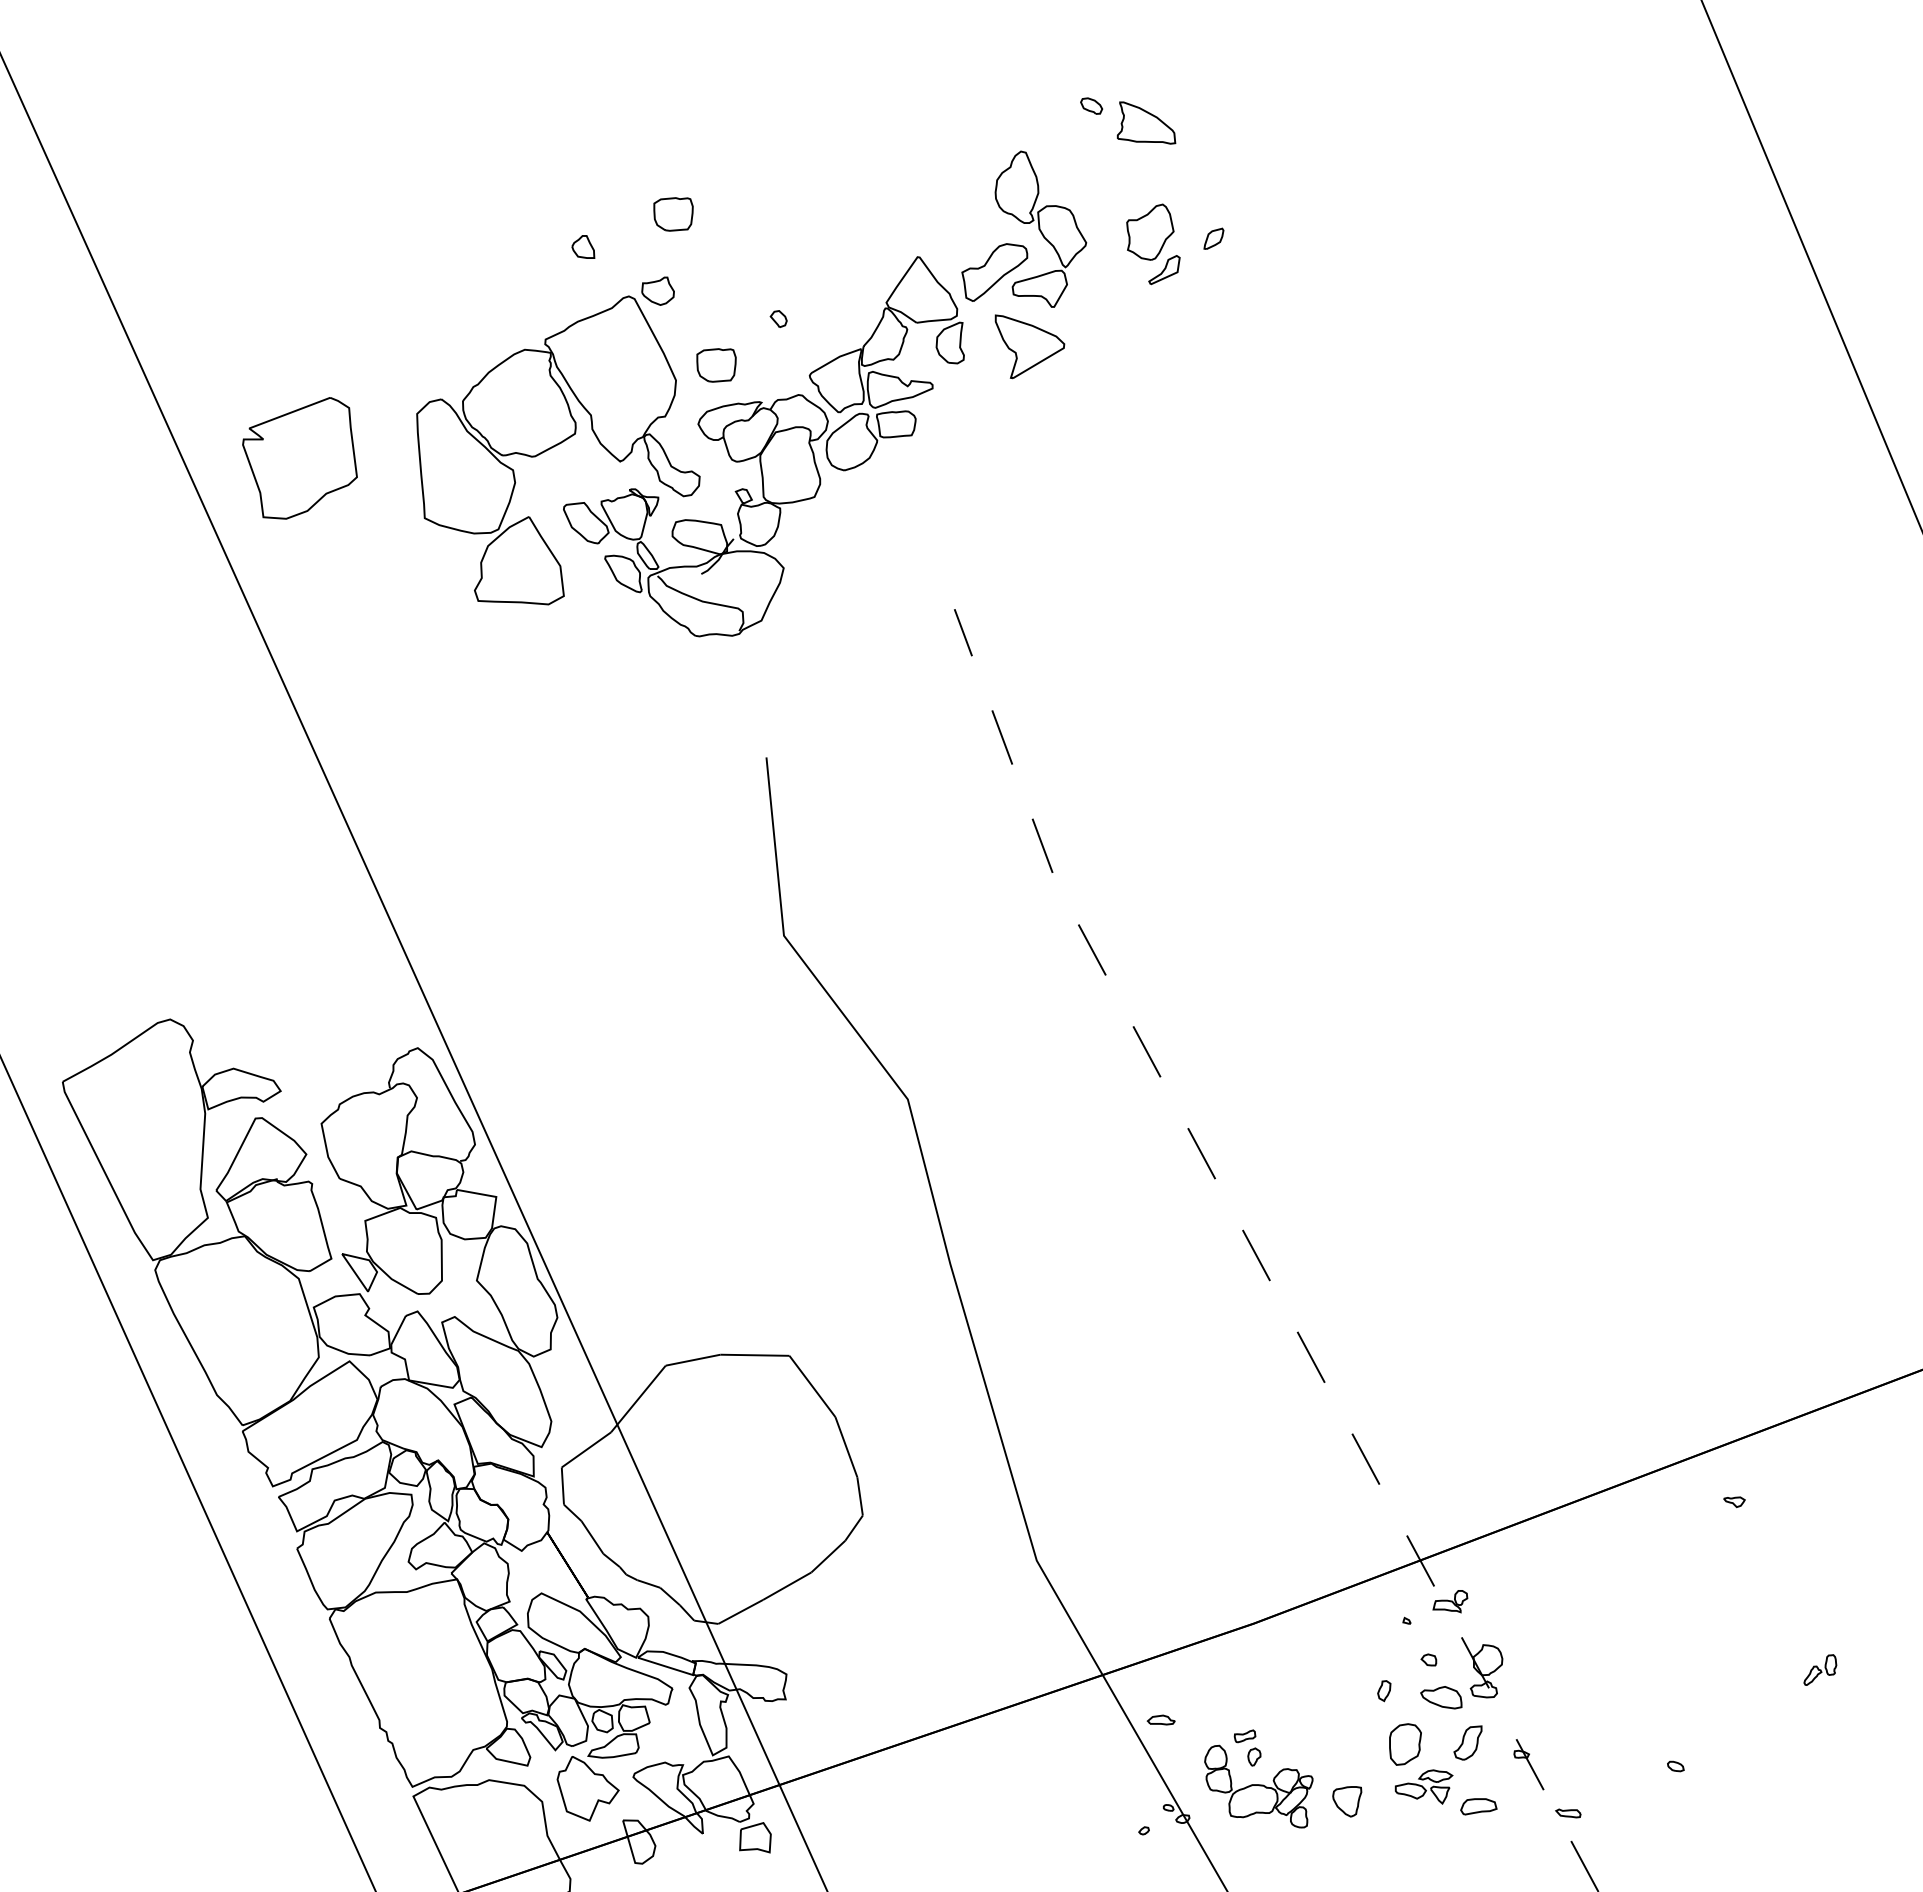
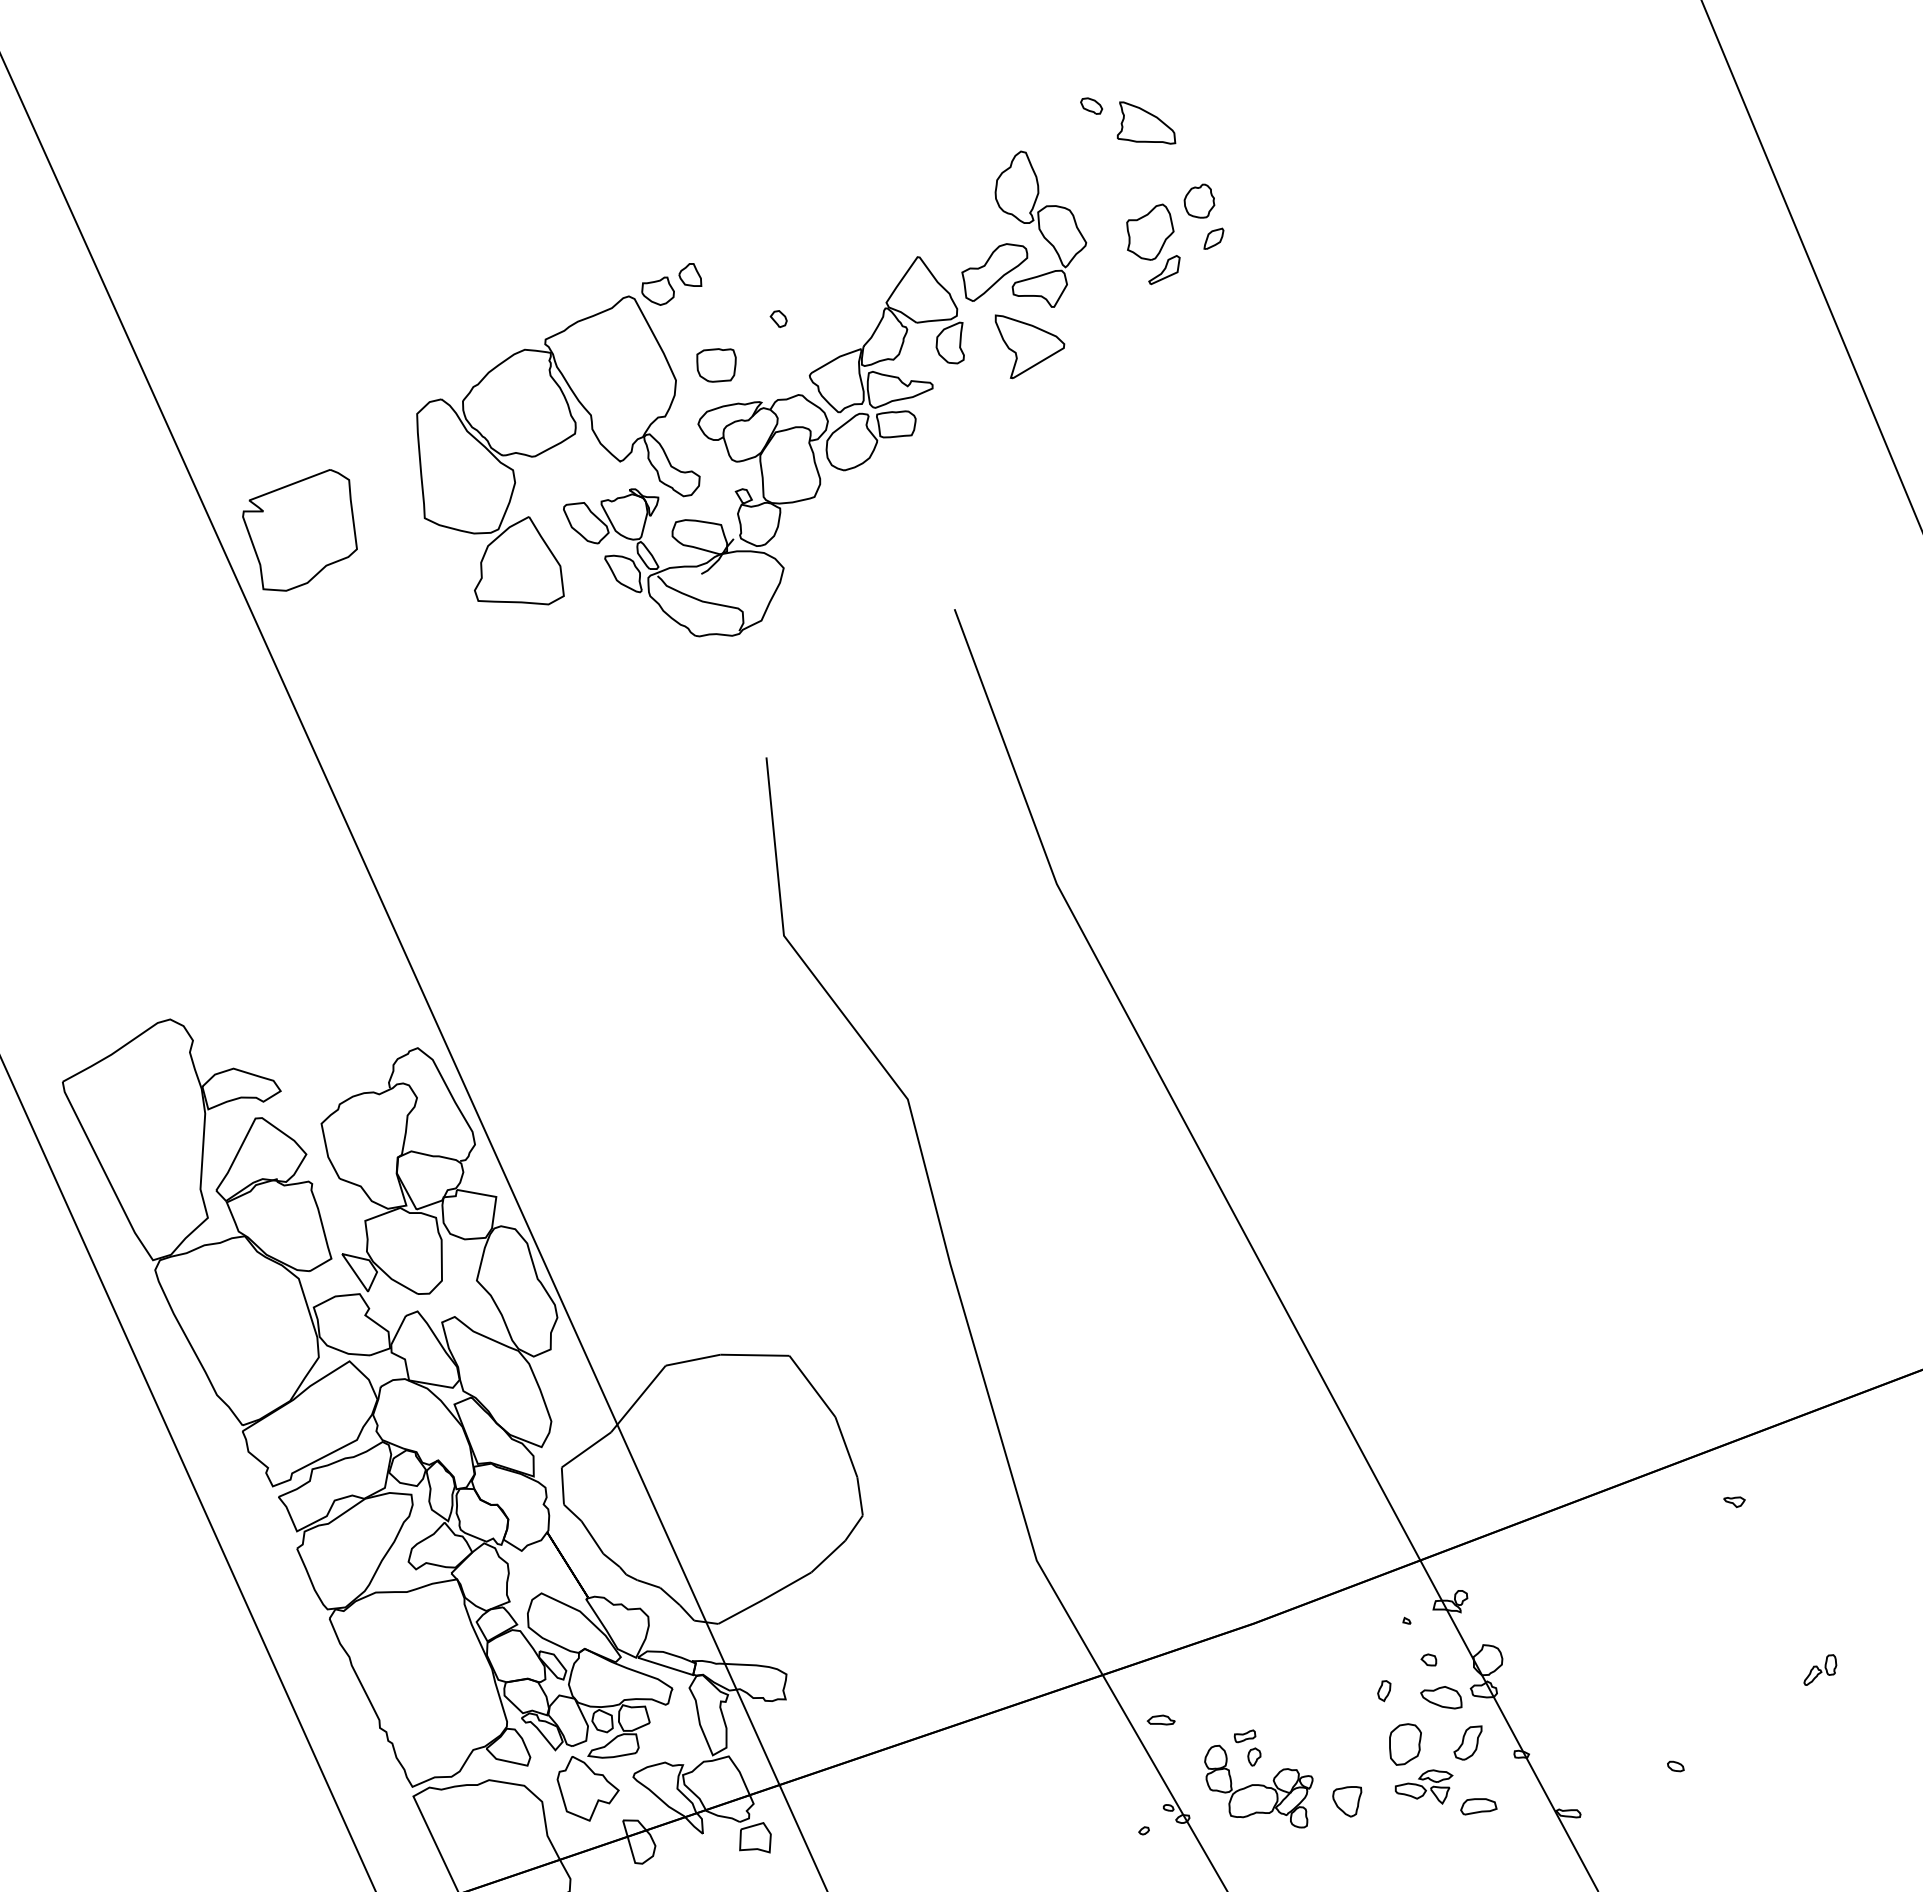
part at (1199, 200): none -> present
part at (673, 214): present -> none
part at (583, 246) position: (583, 246) -> (690, 274)
part at (299, 458) position: (299, 458) -> (299, 530)
line at (1257, 1258): dashed -> solid
